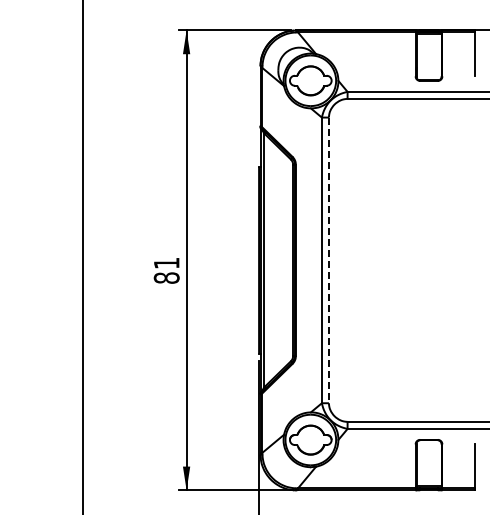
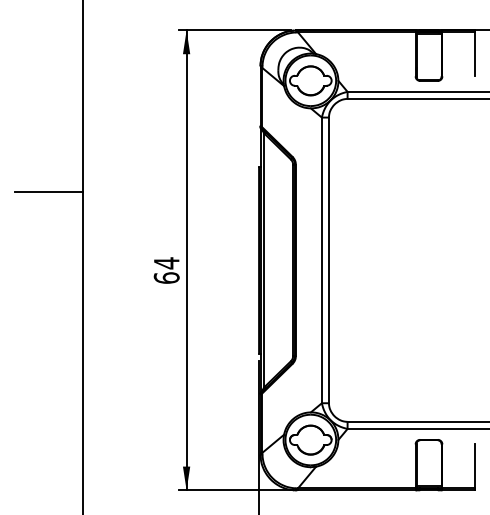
line at (48, 192): none -> present
line at (328, 260): dashed -> solid
text at (166, 270): 81 -> 64
